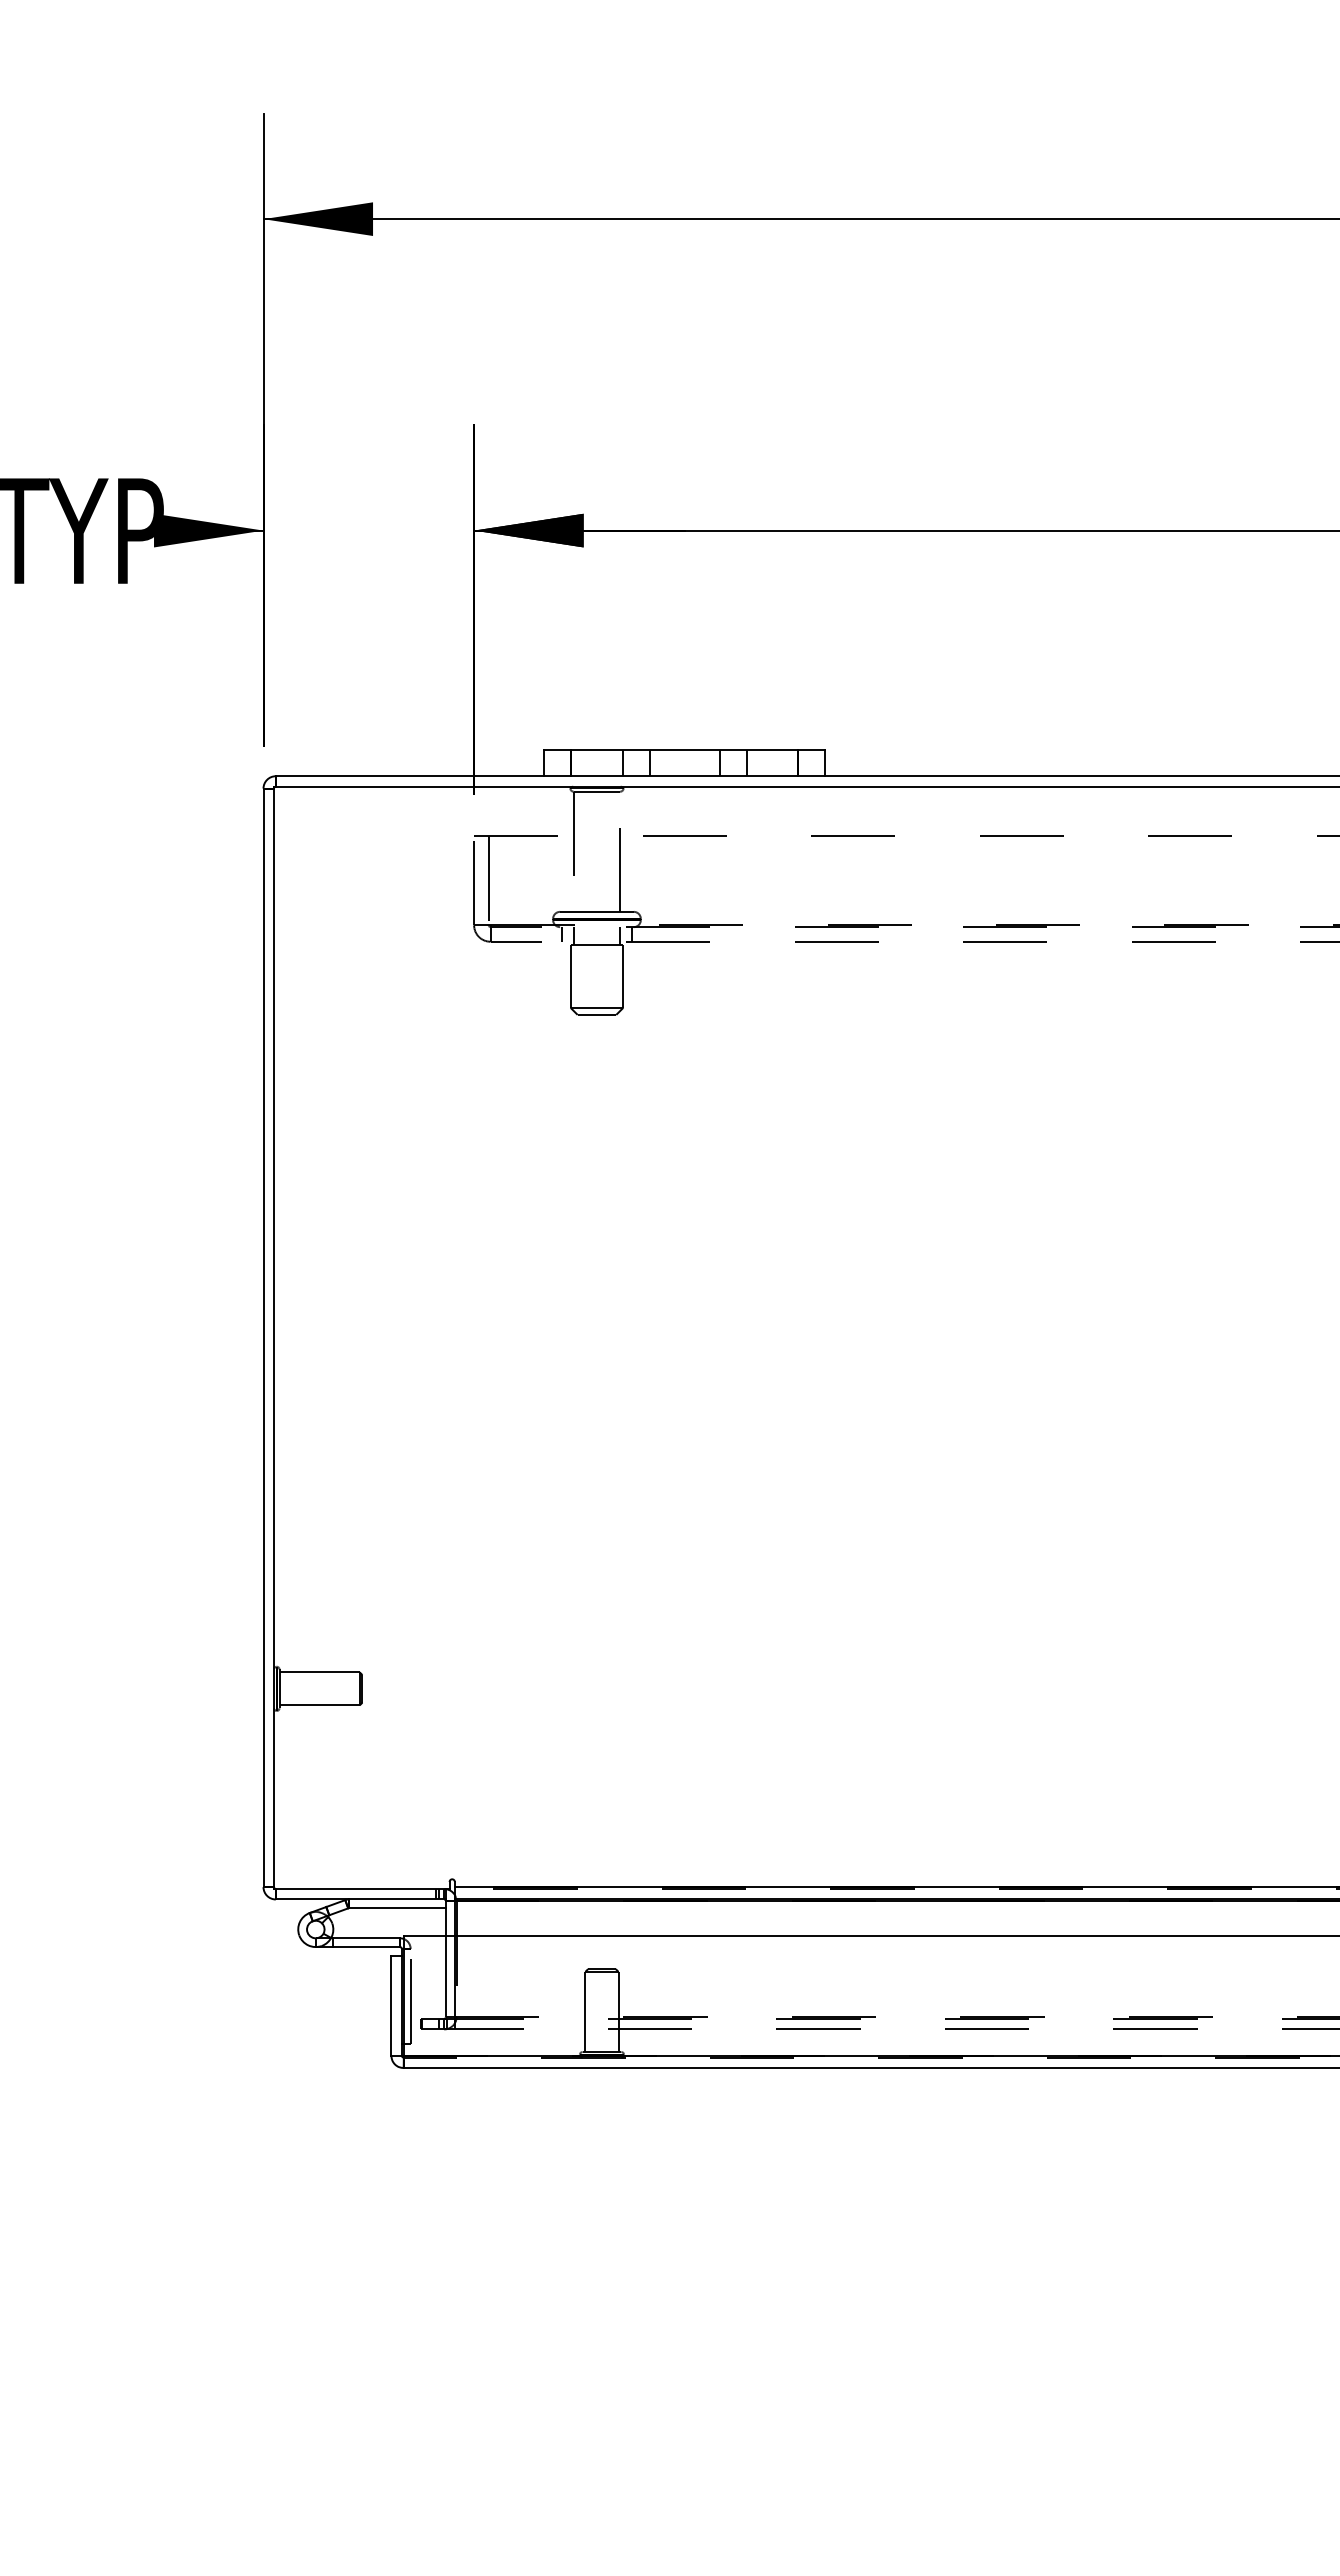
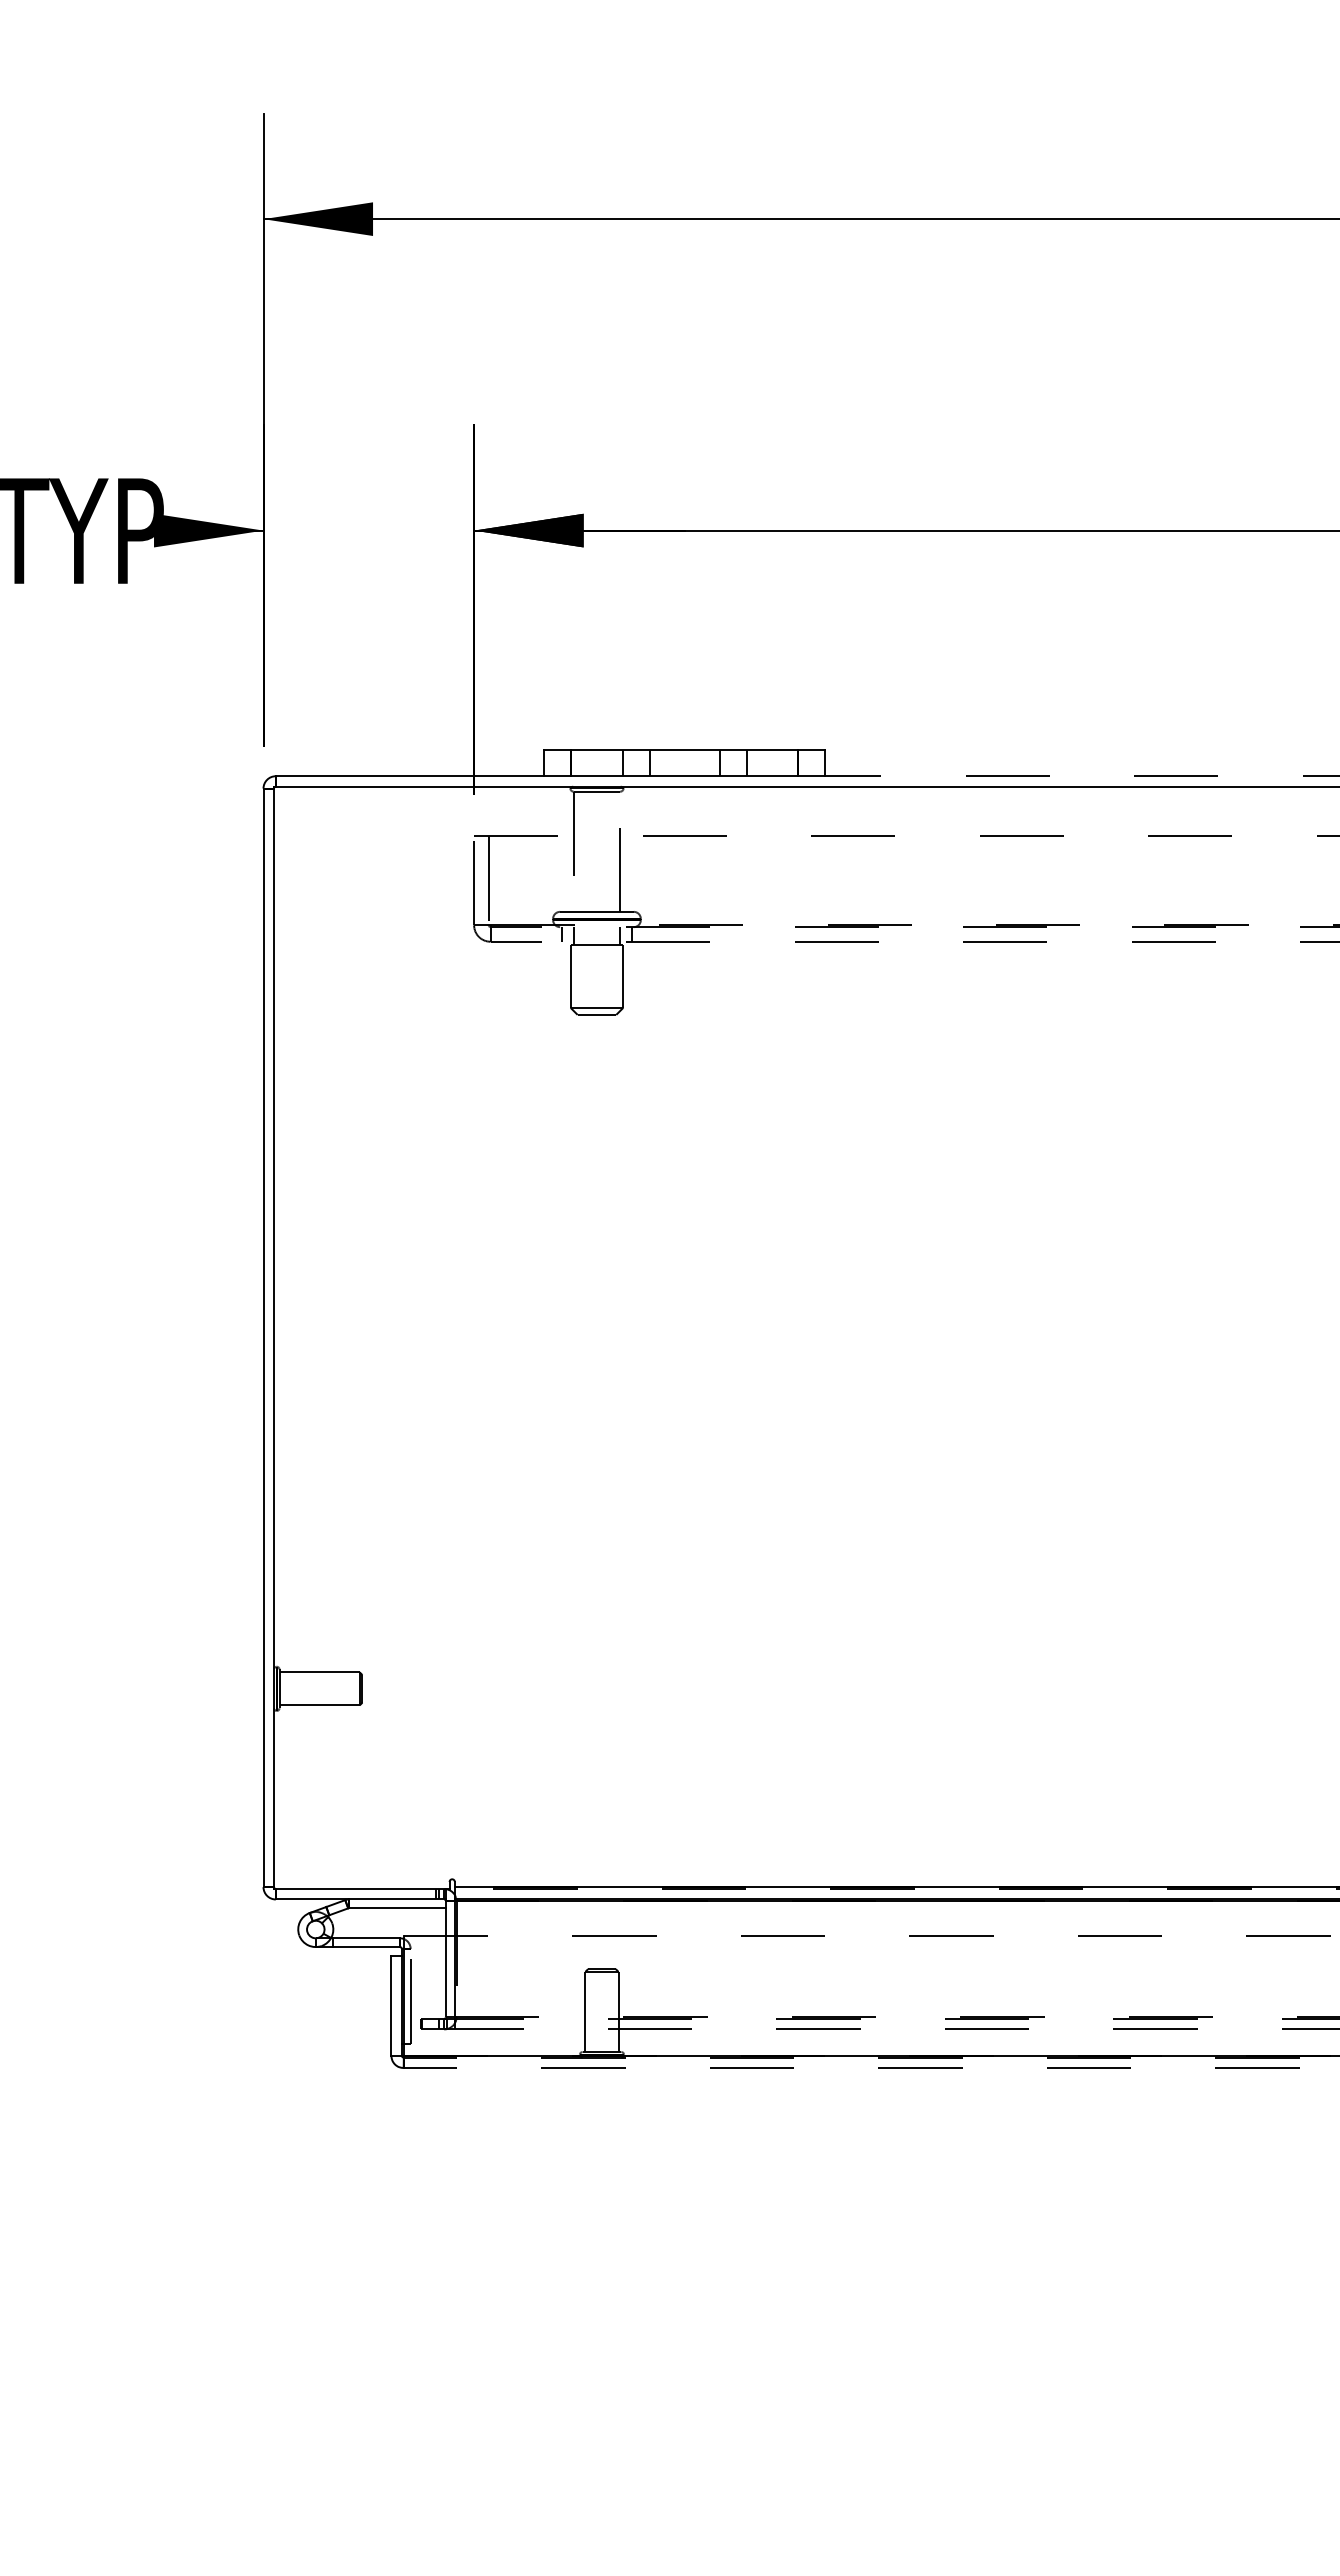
line at (1082, 776): solid -> dashed
line at (871, 1936): solid -> dashed
line at (871, 2068): solid -> dashed
